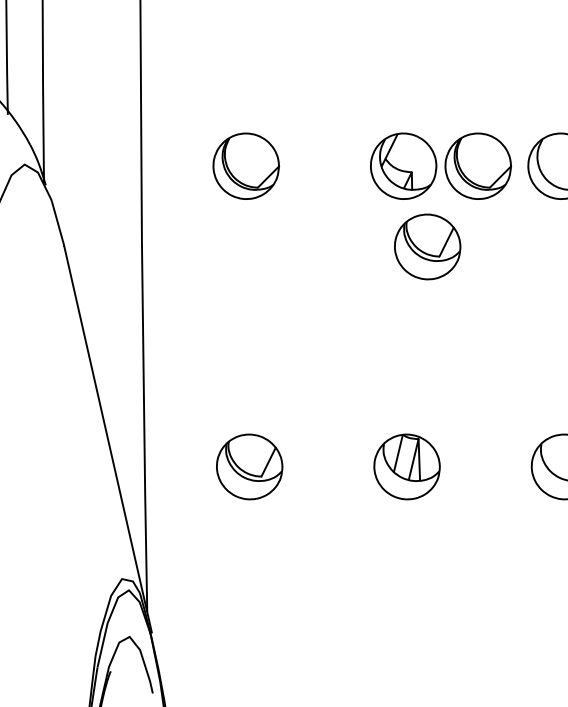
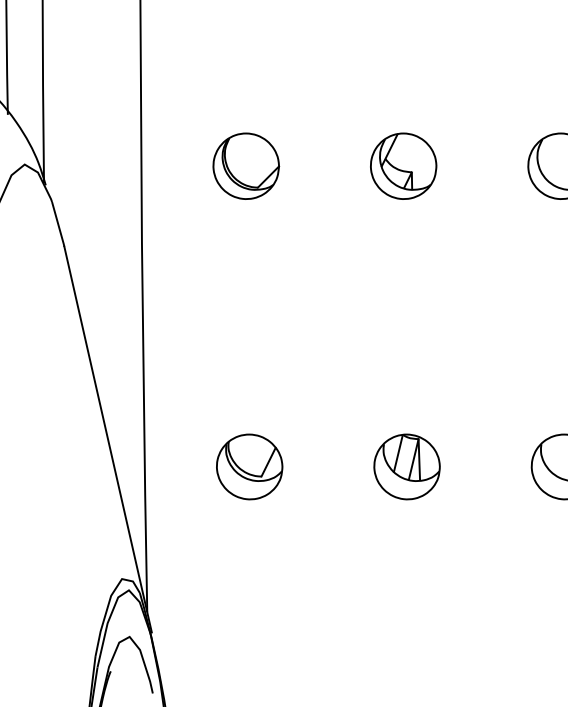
part at (478, 165): present -> none
part at (427, 246): present -> none
